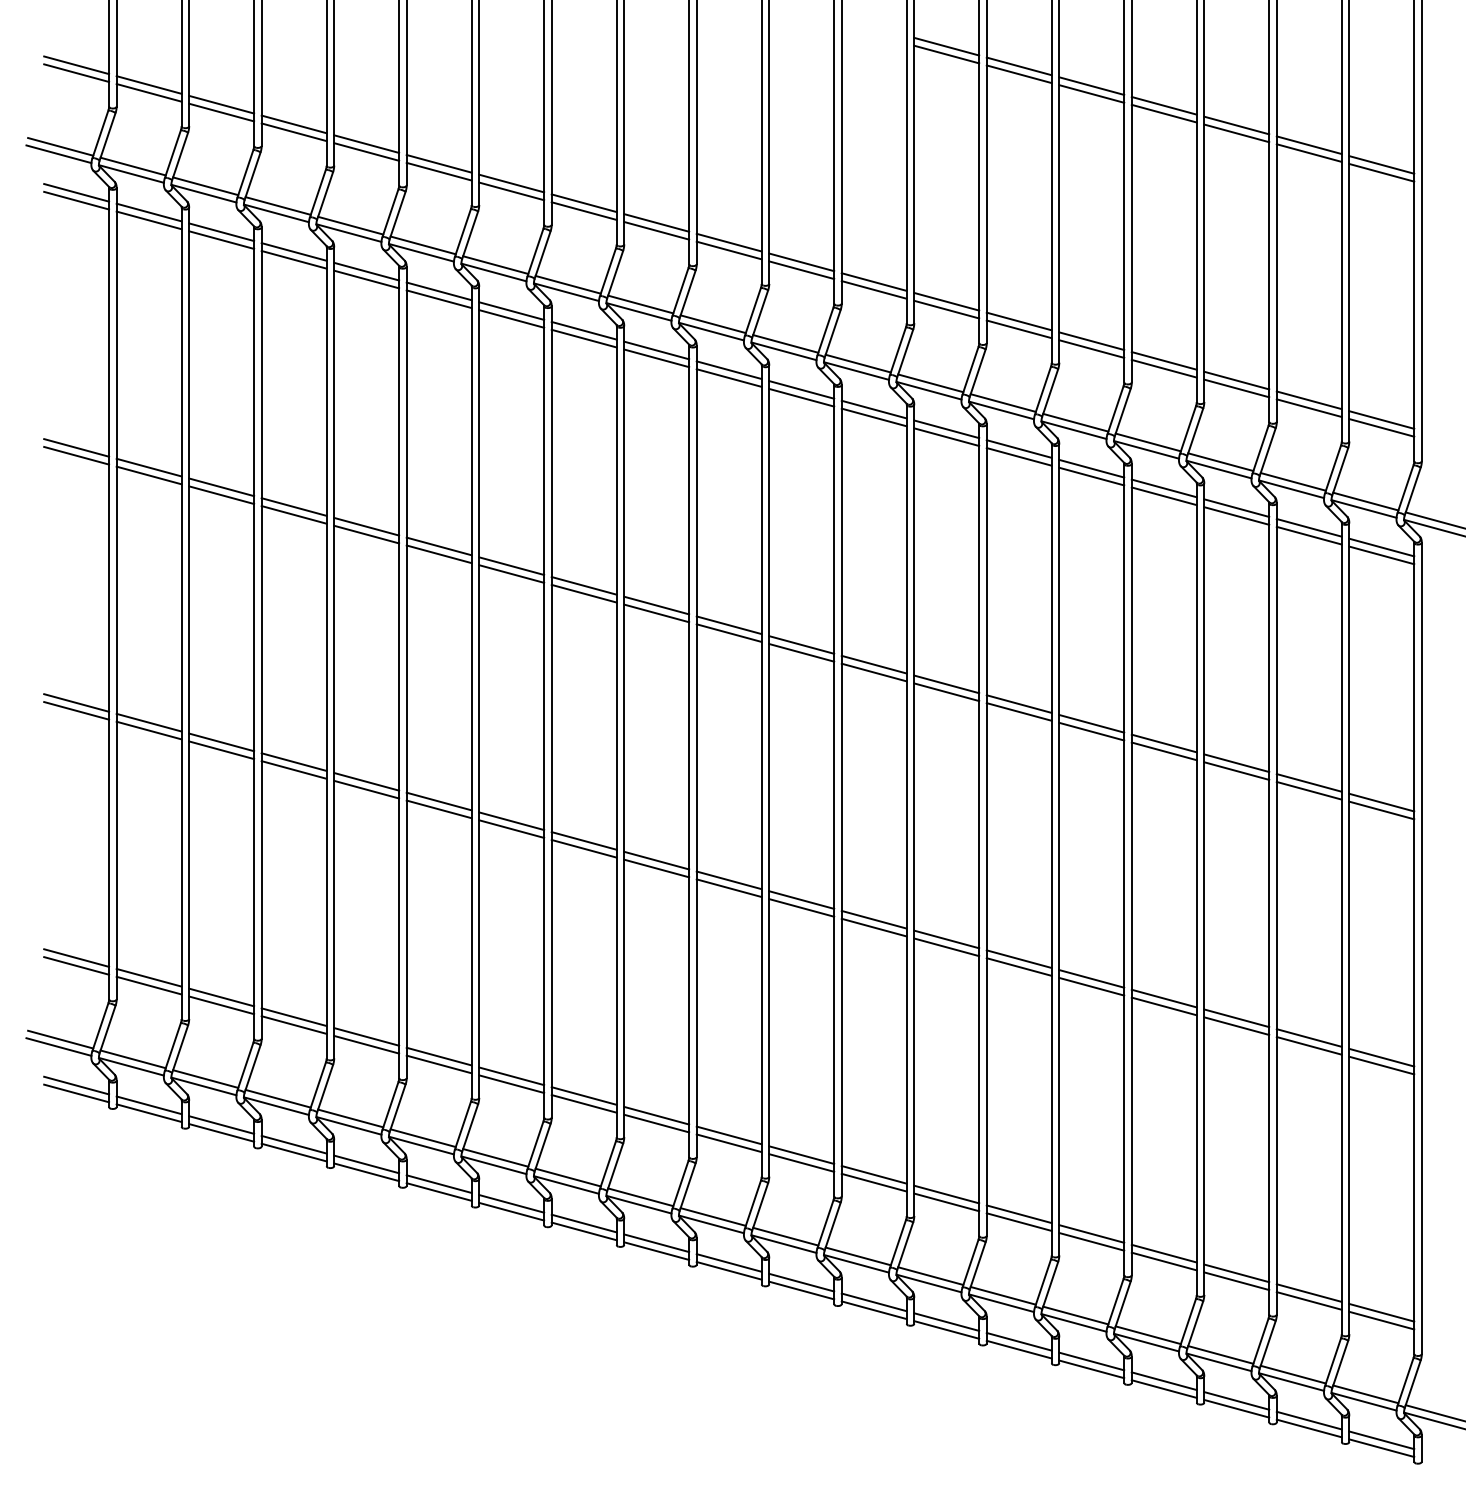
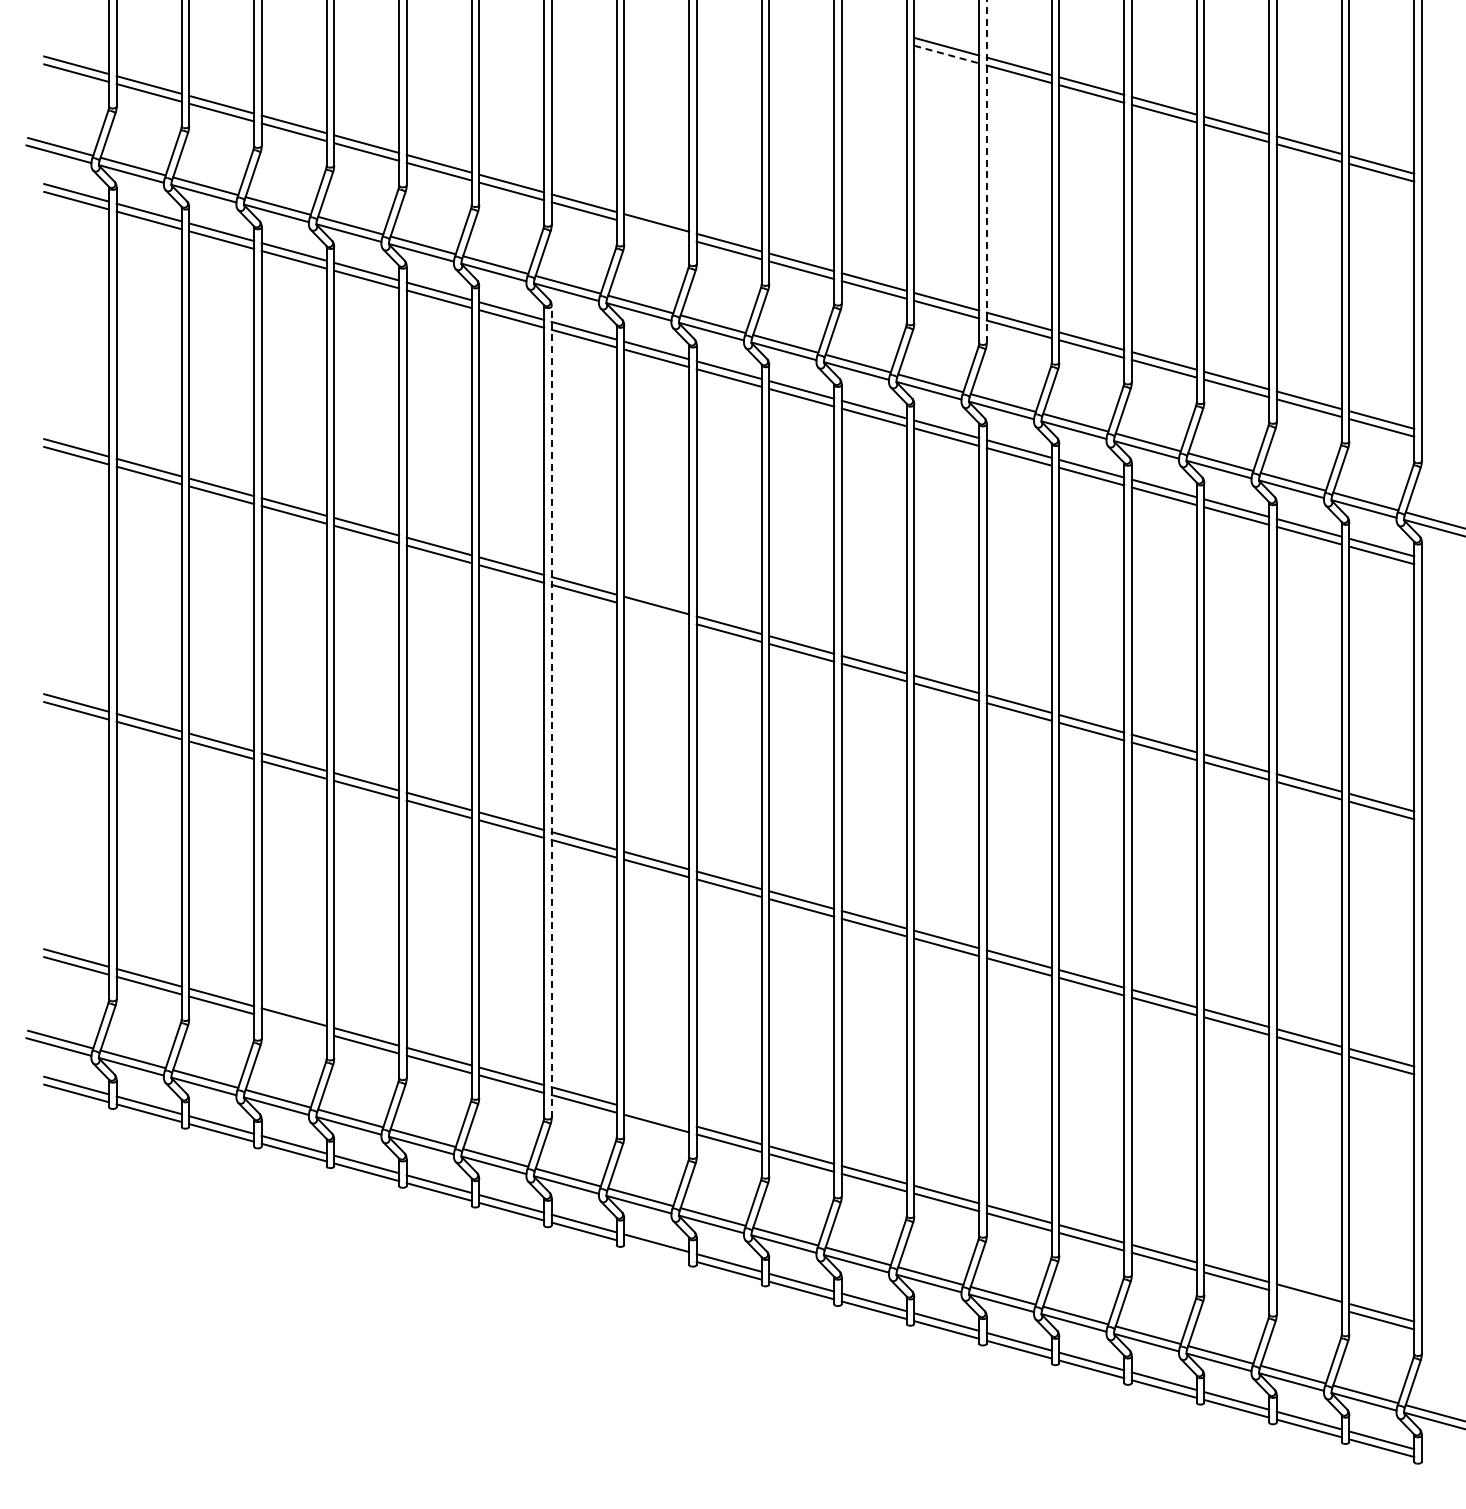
line at (946, 54): solid -> dashed
line at (986, 171): solid -> dashed
line at (656, 230): present -> none
line at (656, 613): present -> none
line at (551, 711): solid -> dashed
line at (293, 1024): present -> none
line at (656, 1115): present -> none
line at (656, 1250): present -> none
line at (1308, 1300): present -> none
